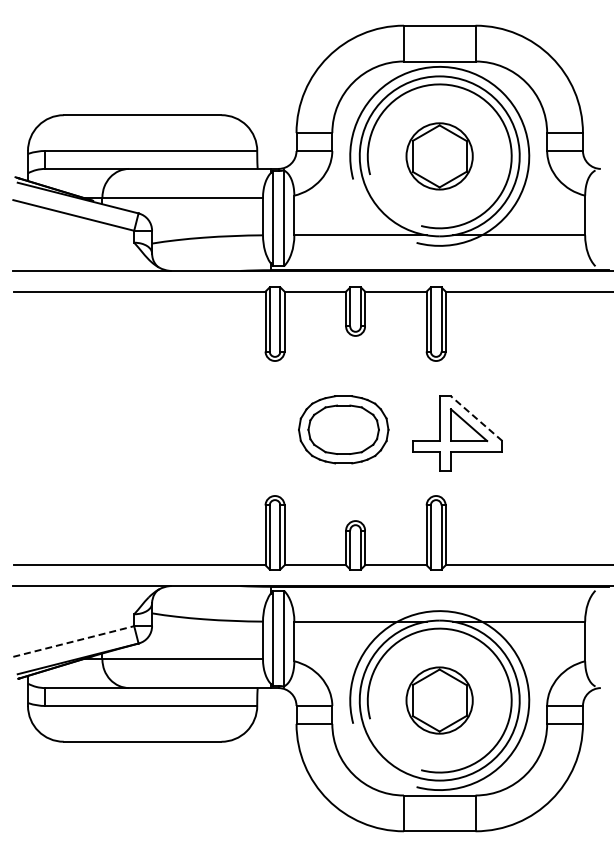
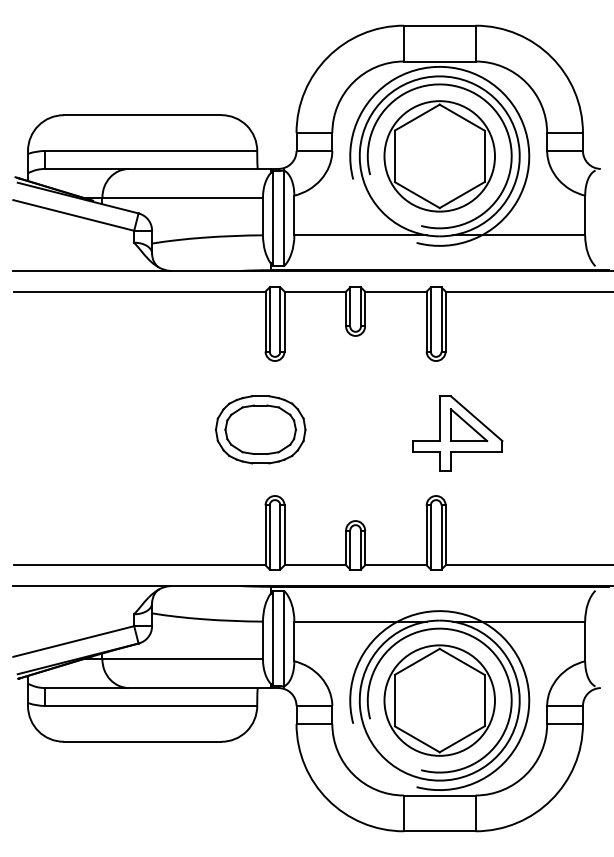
part at (439, 156) size: 69x69 px -> 113x113 px
line at (476, 418): dashed -> solid
part at (343, 429) position: (343, 429) -> (260, 429)
line at (74, 641): dashed -> solid
part at (439, 700) size: 69x69 px -> 113x113 px
